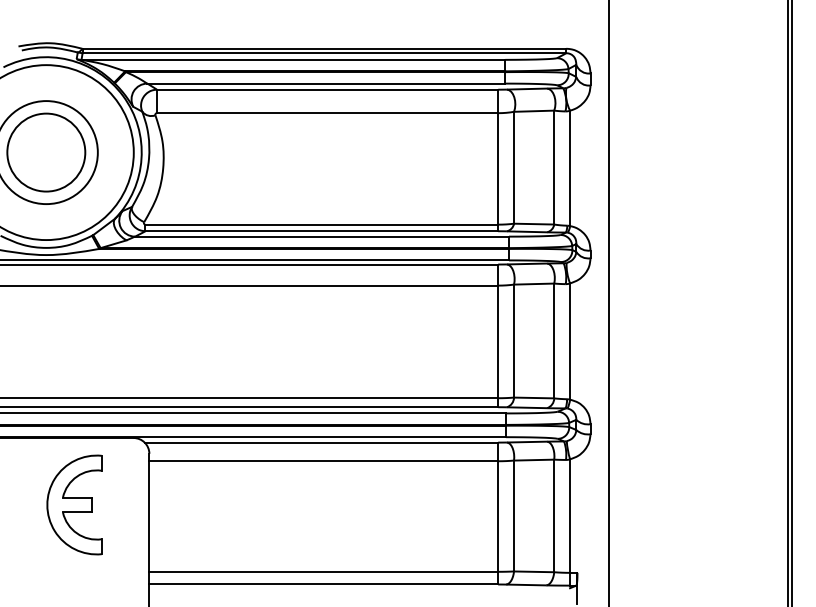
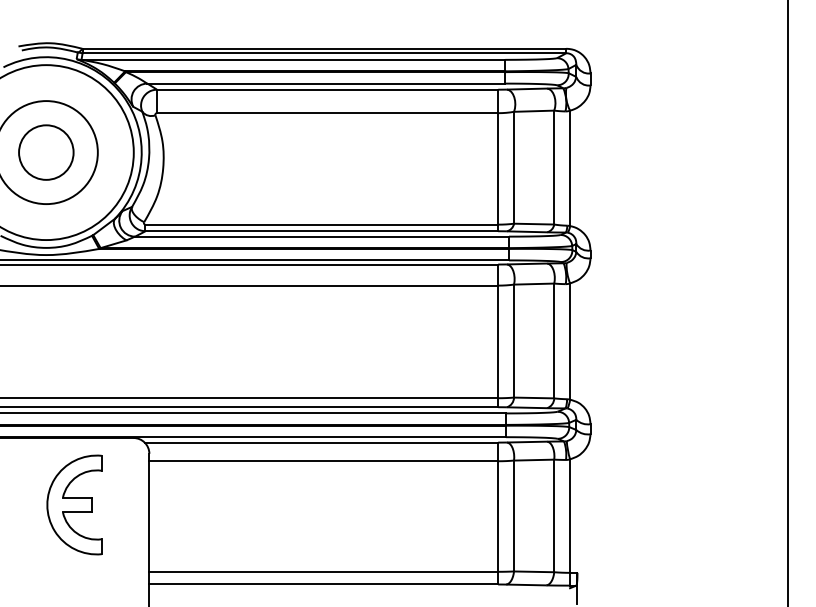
circle at (46, 152) diameter: 78 px -> 55 px
line at (609, 302): present -> none
line at (791, 302): present -> none
